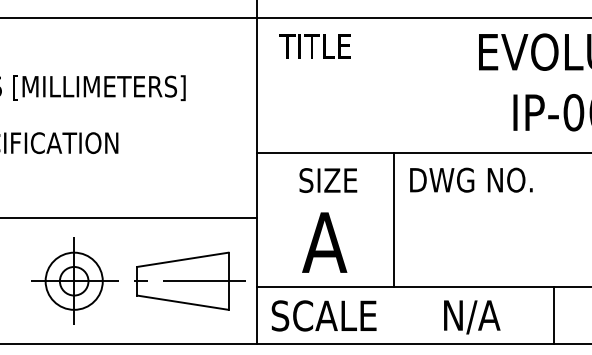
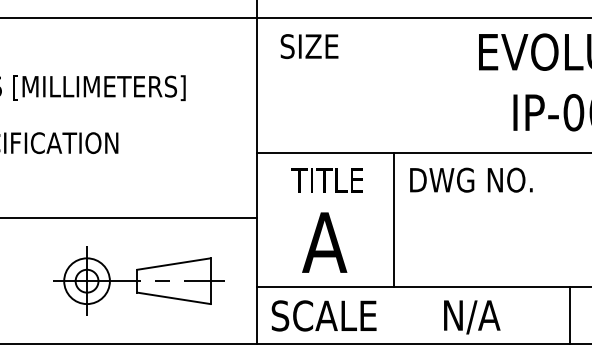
text at (314, 46): TITLE -> SIZE
text at (326, 180): SIZE -> TITLE
part at (138, 280) size: 215x88 px -> 172x70 px
line at (554, 315) position: (554, 315) -> (570, 315)
